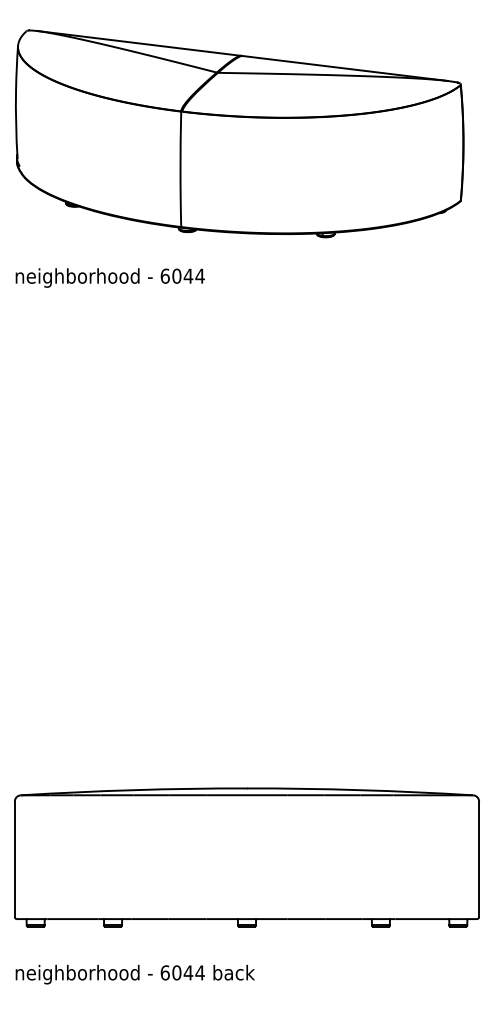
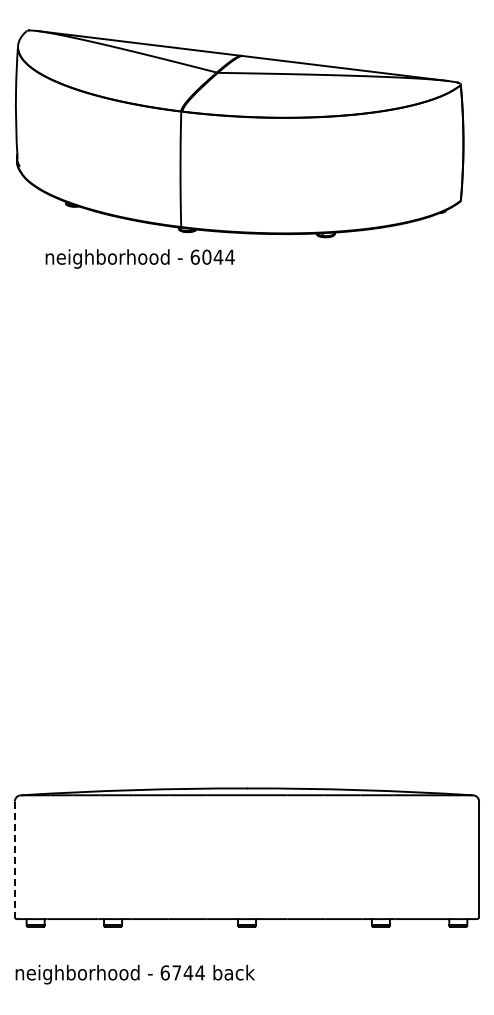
text at (109, 277) position: (109, 277) -> (139, 258)
line at (14, 859): solid -> dashed
text at (176, 972): 6044 -> 6744
